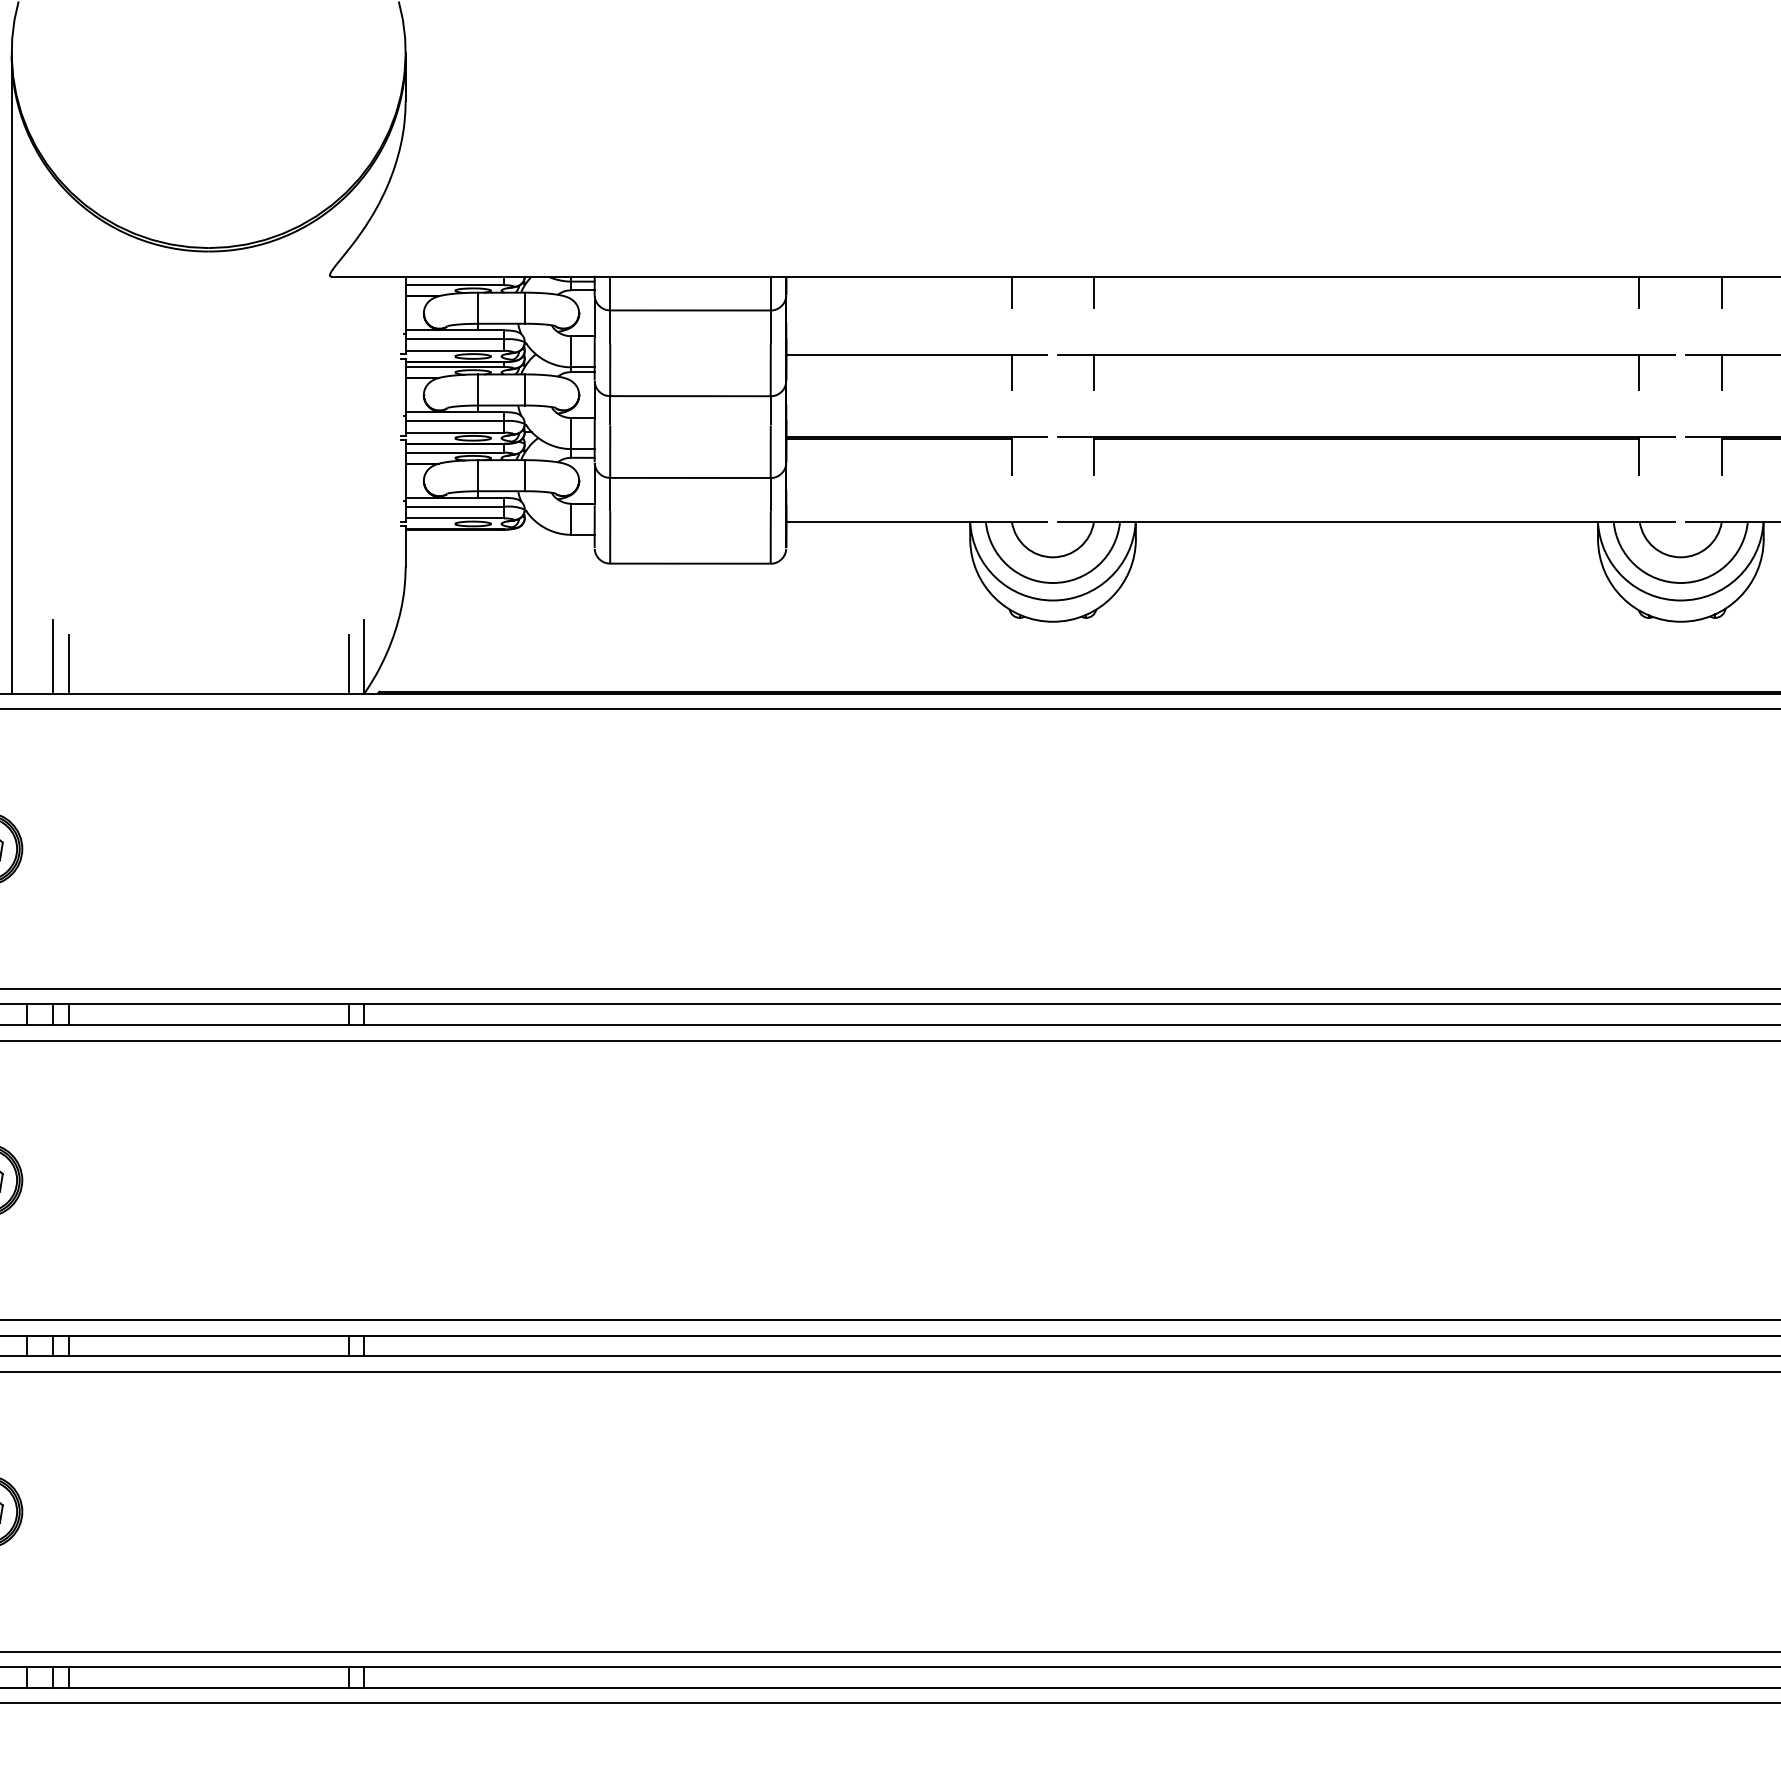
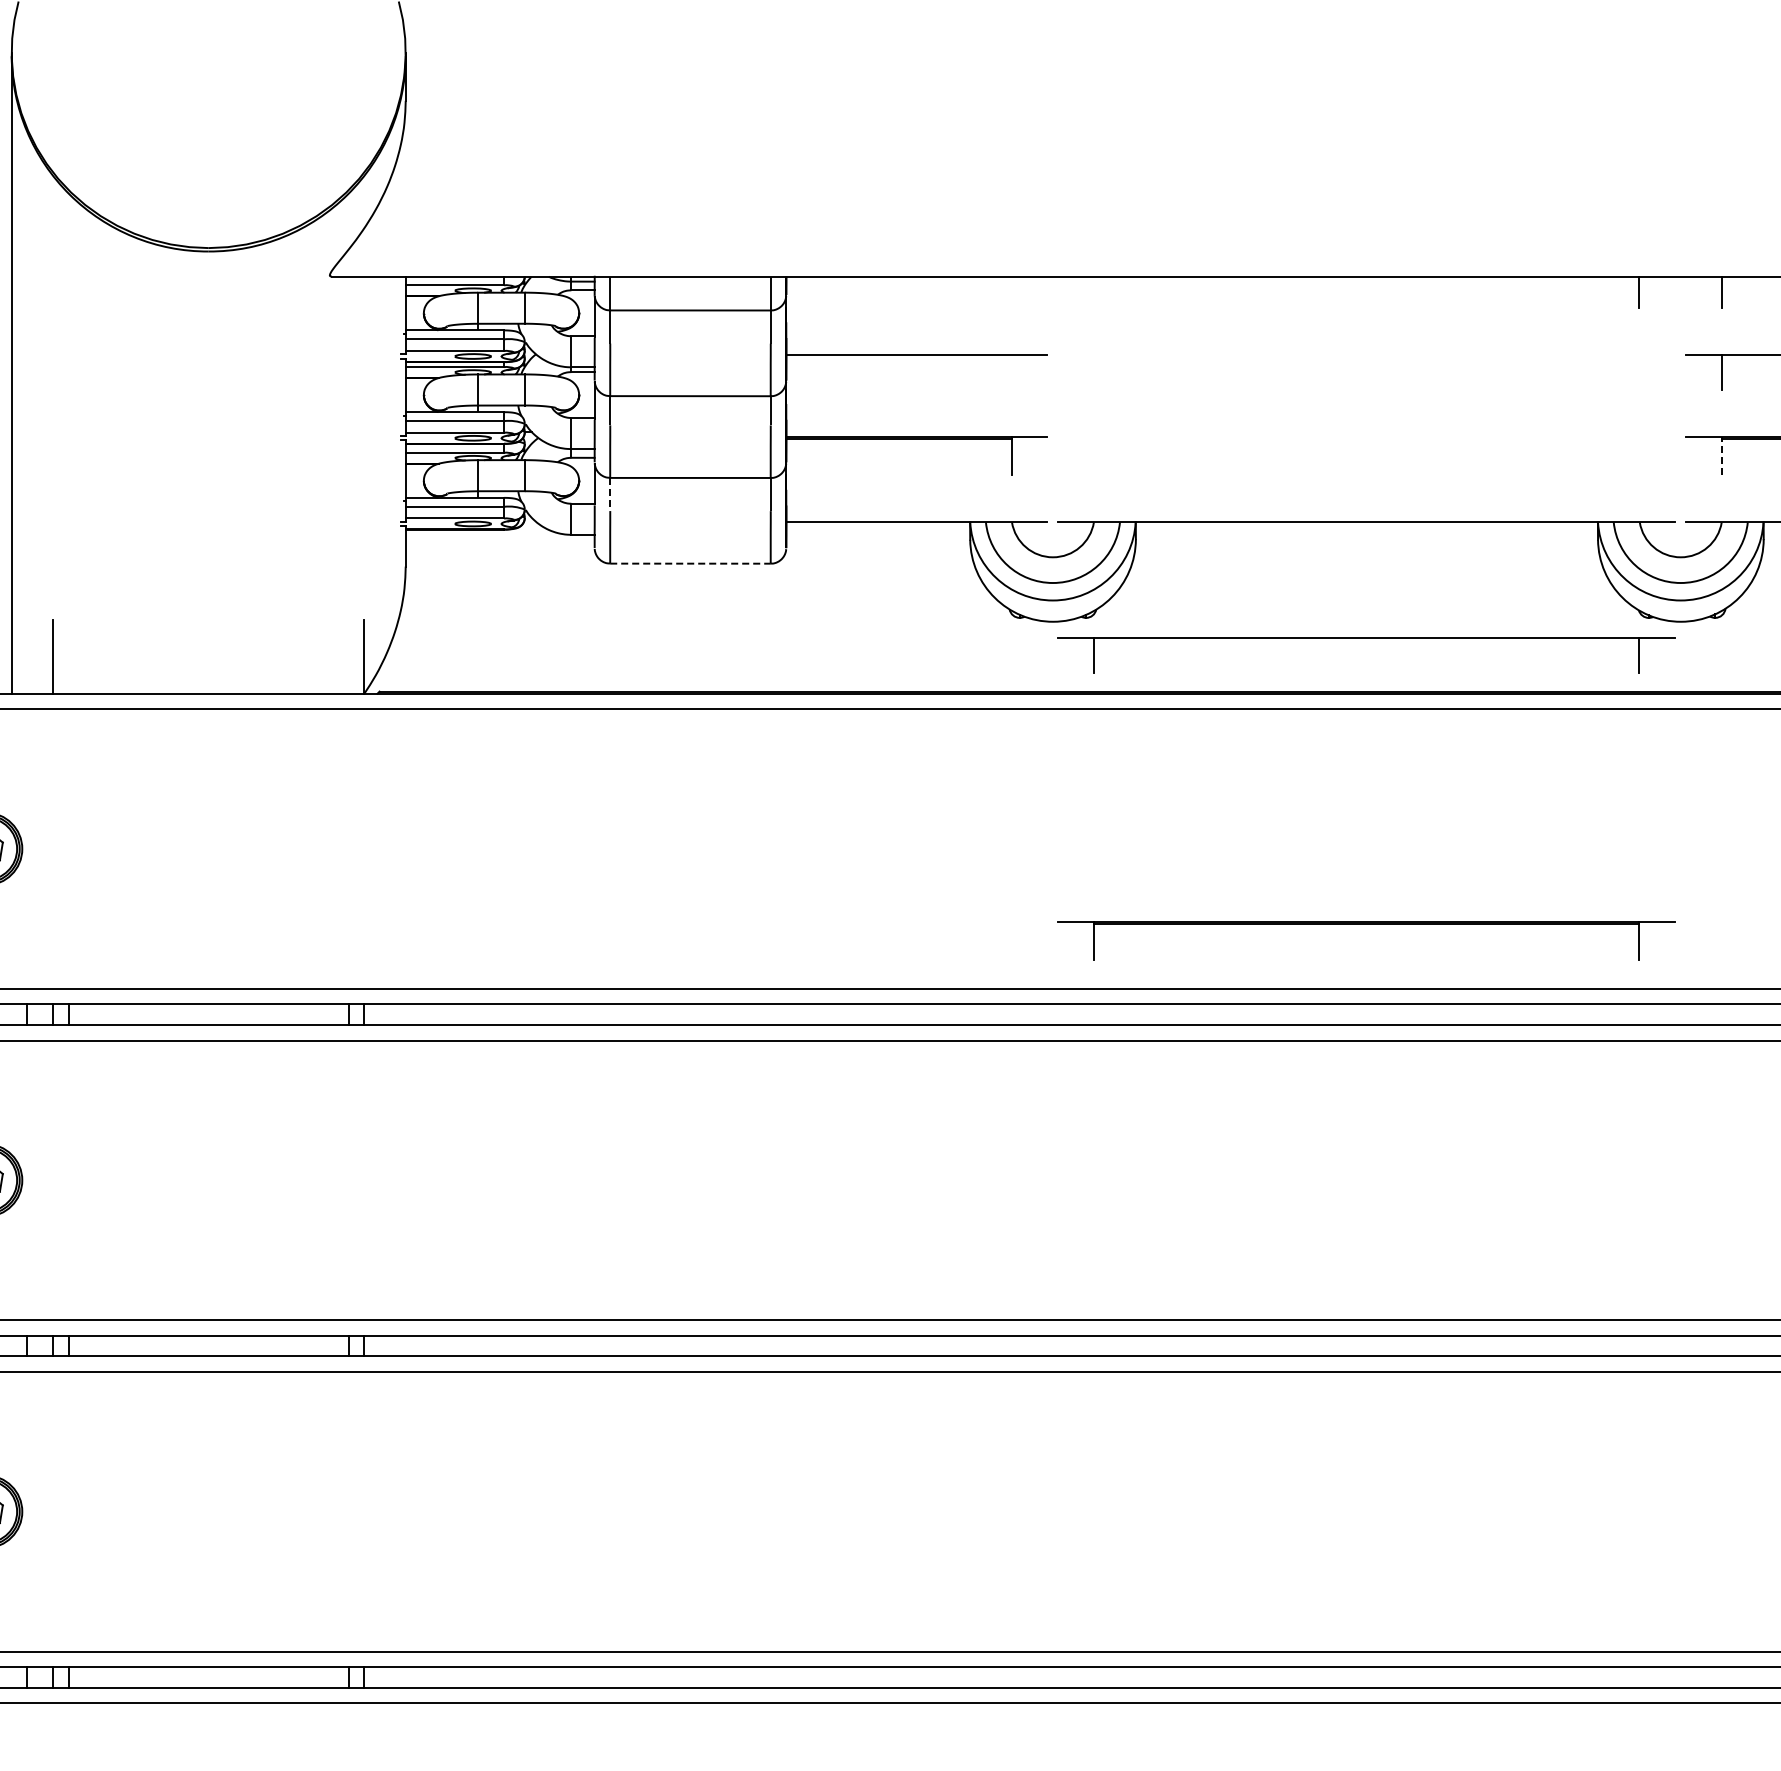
line at (1011, 291): present -> none
line at (1094, 291): present -> none
part at (1366, 355) position: (1366, 355) -> (1366, 638)
line at (1011, 371): present -> none
part at (1366, 439) position: (1366, 439) -> (1366, 924)
line at (1722, 455): solid -> dashed
line at (610, 494): solid -> dashed
line at (690, 563): solid -> dashed
line at (68, 664): present -> none
line at (348, 664): present -> none
